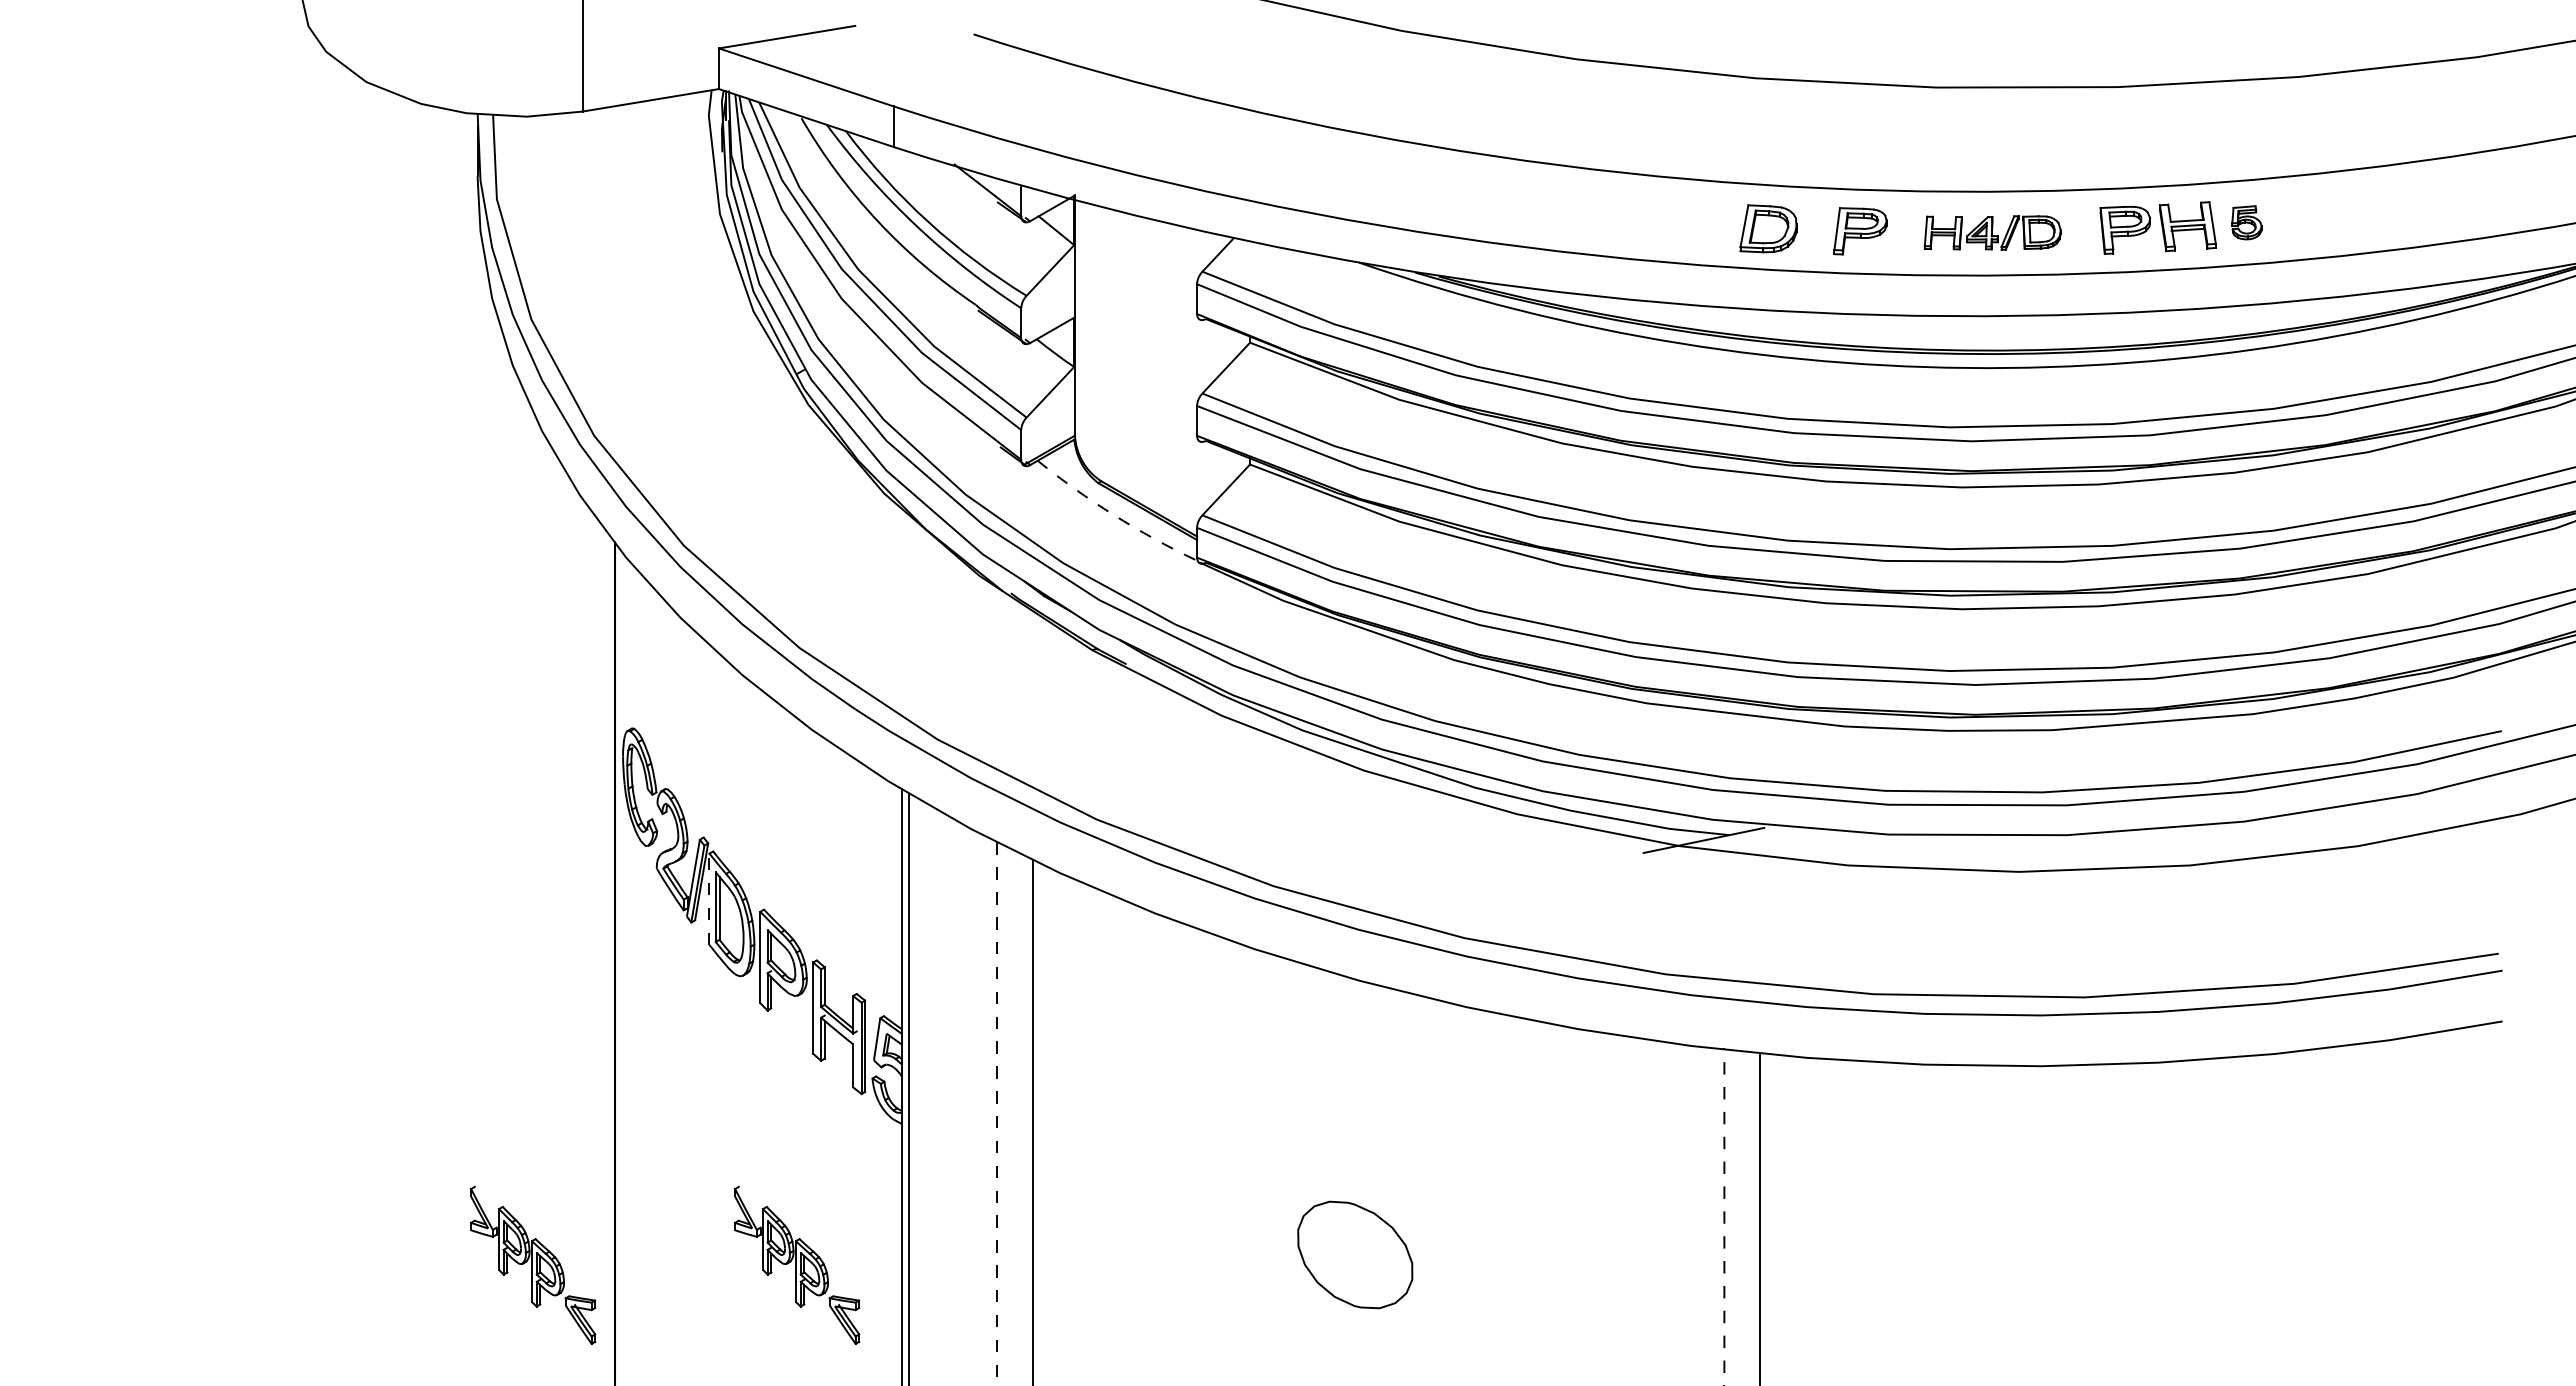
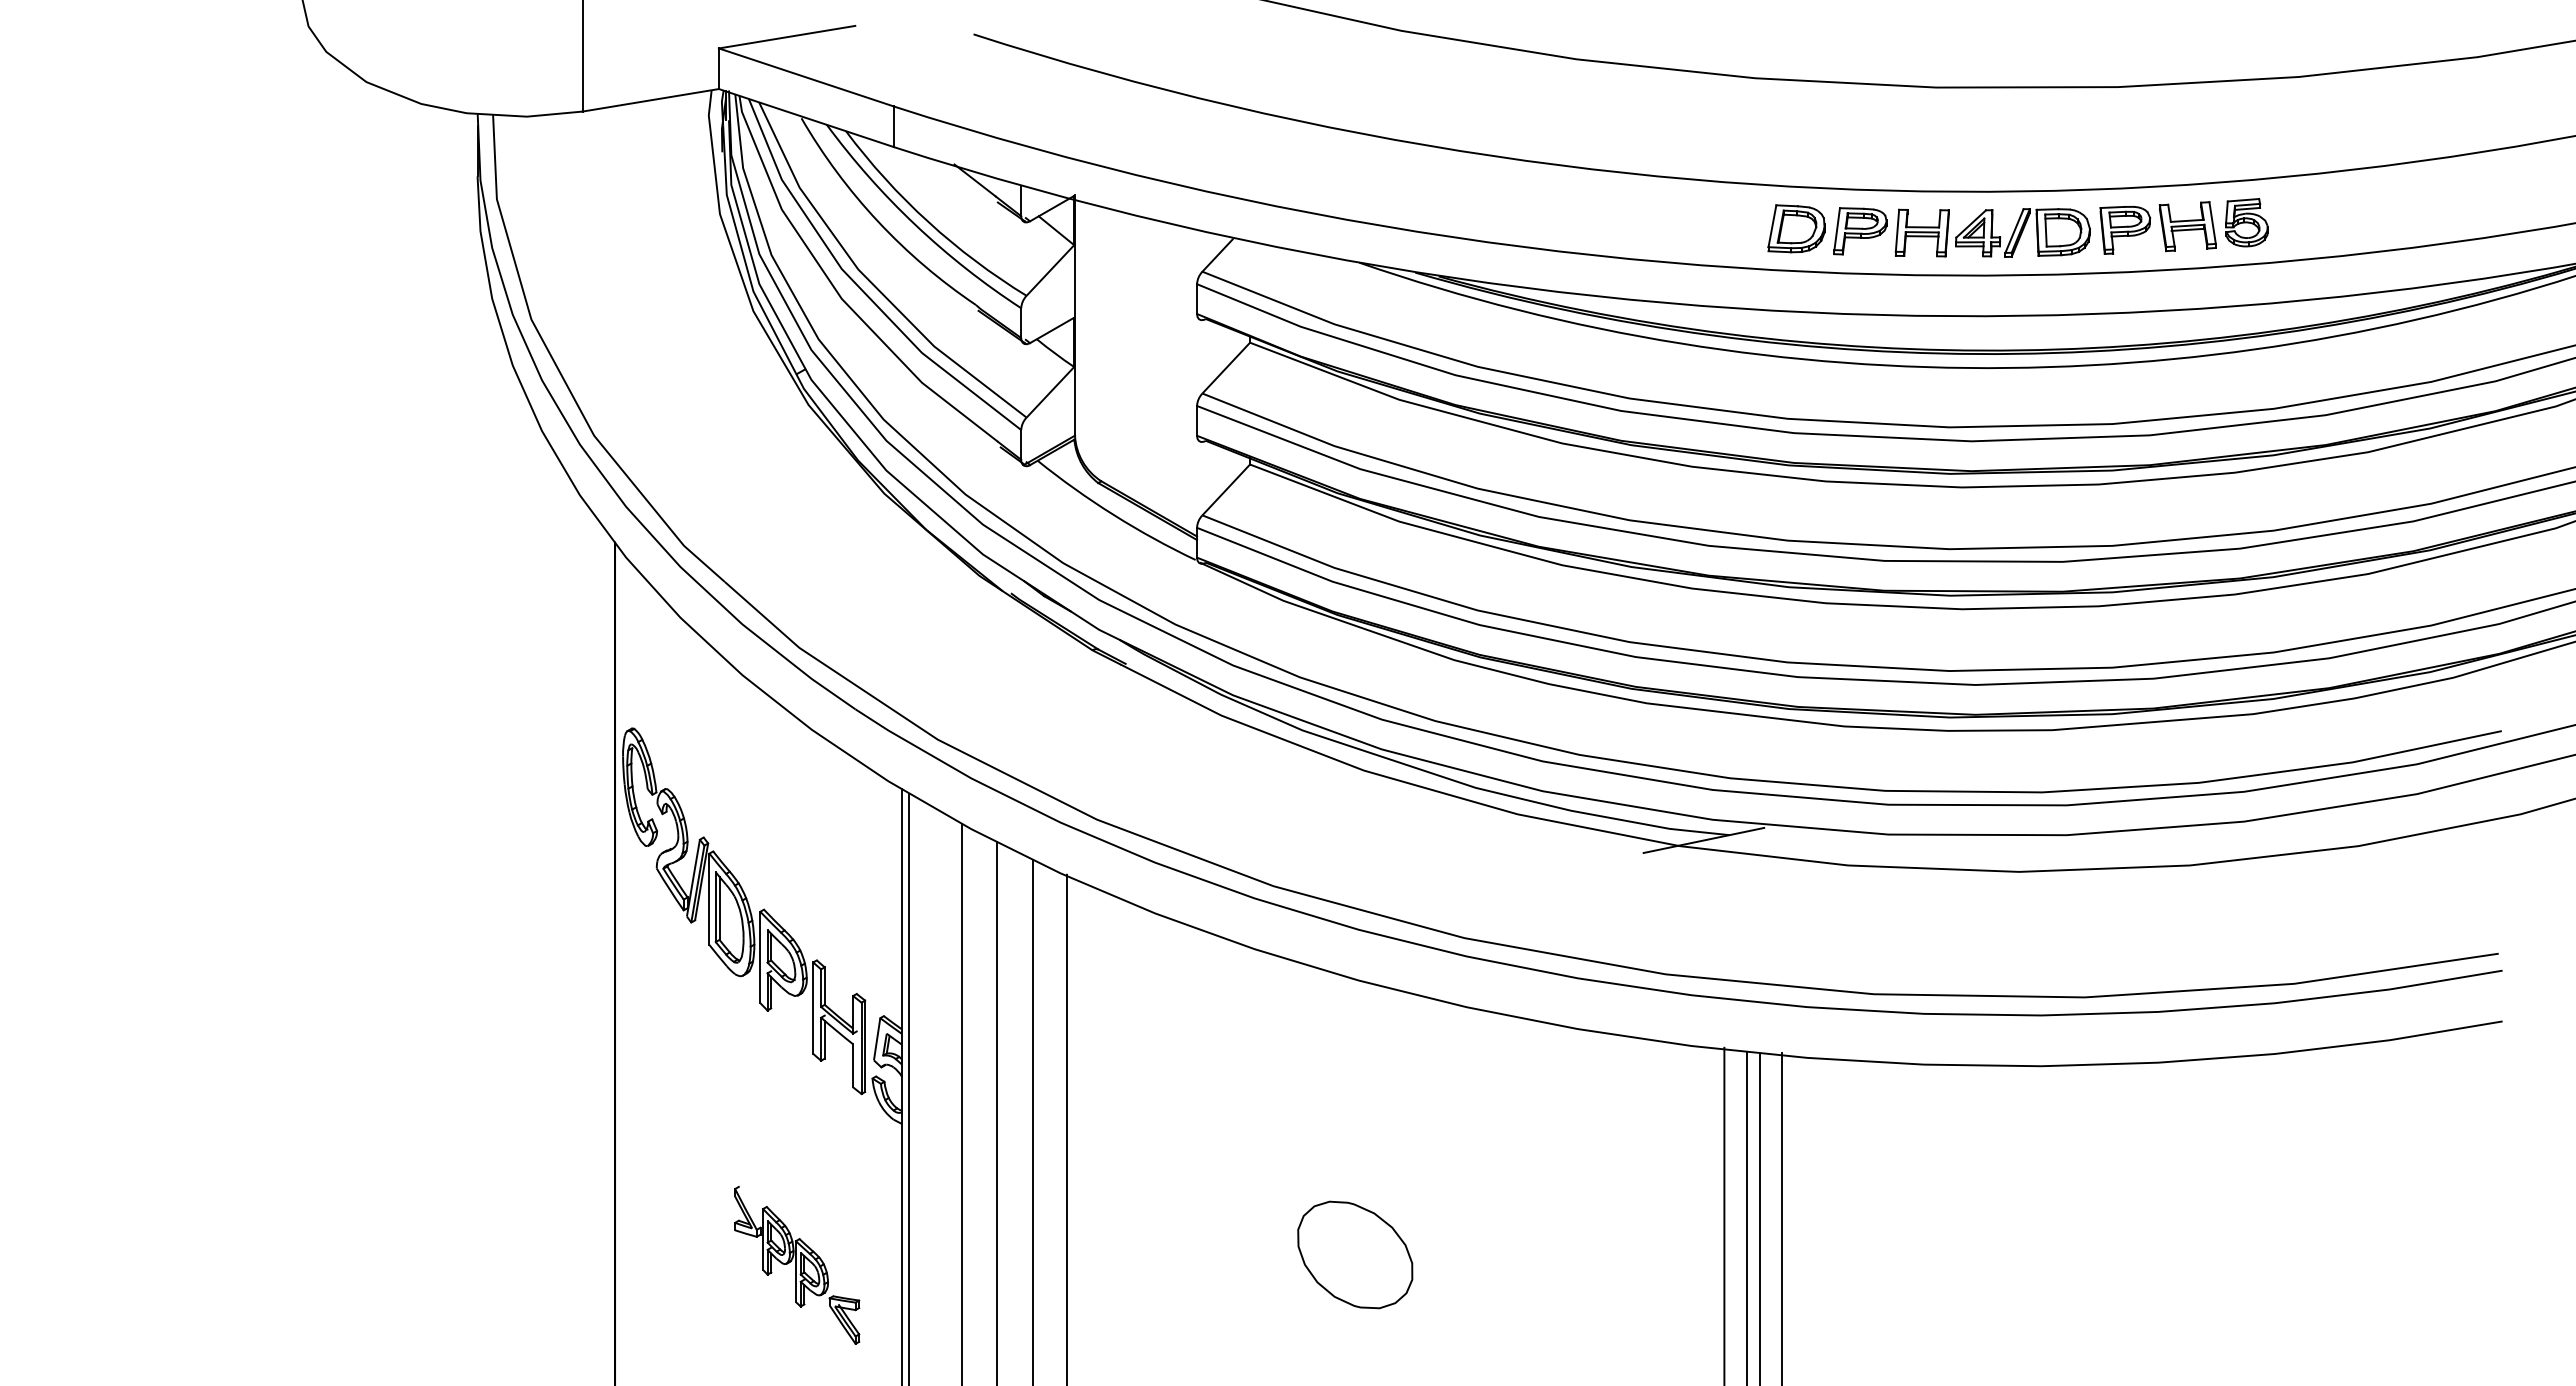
part at (2246, 222) size: 32x36 px -> 44x50 px
part at (1768, 228) position: (1768, 228) -> (1796, 228)
part at (1992, 232) size: 139x36 px -> 197x50 px
arc at (1113, 515): dashed -> solid
line at (709, 899): dashed -> solid
line at (961, 1102): none -> present
line at (996, 1114): dashed -> solid
line at (1066, 1128): none -> present
line at (1724, 1216): dashed -> solid
line at (1747, 1217): none -> present
line at (1782, 1217): none -> present
part at (533, 1265): present -> none
